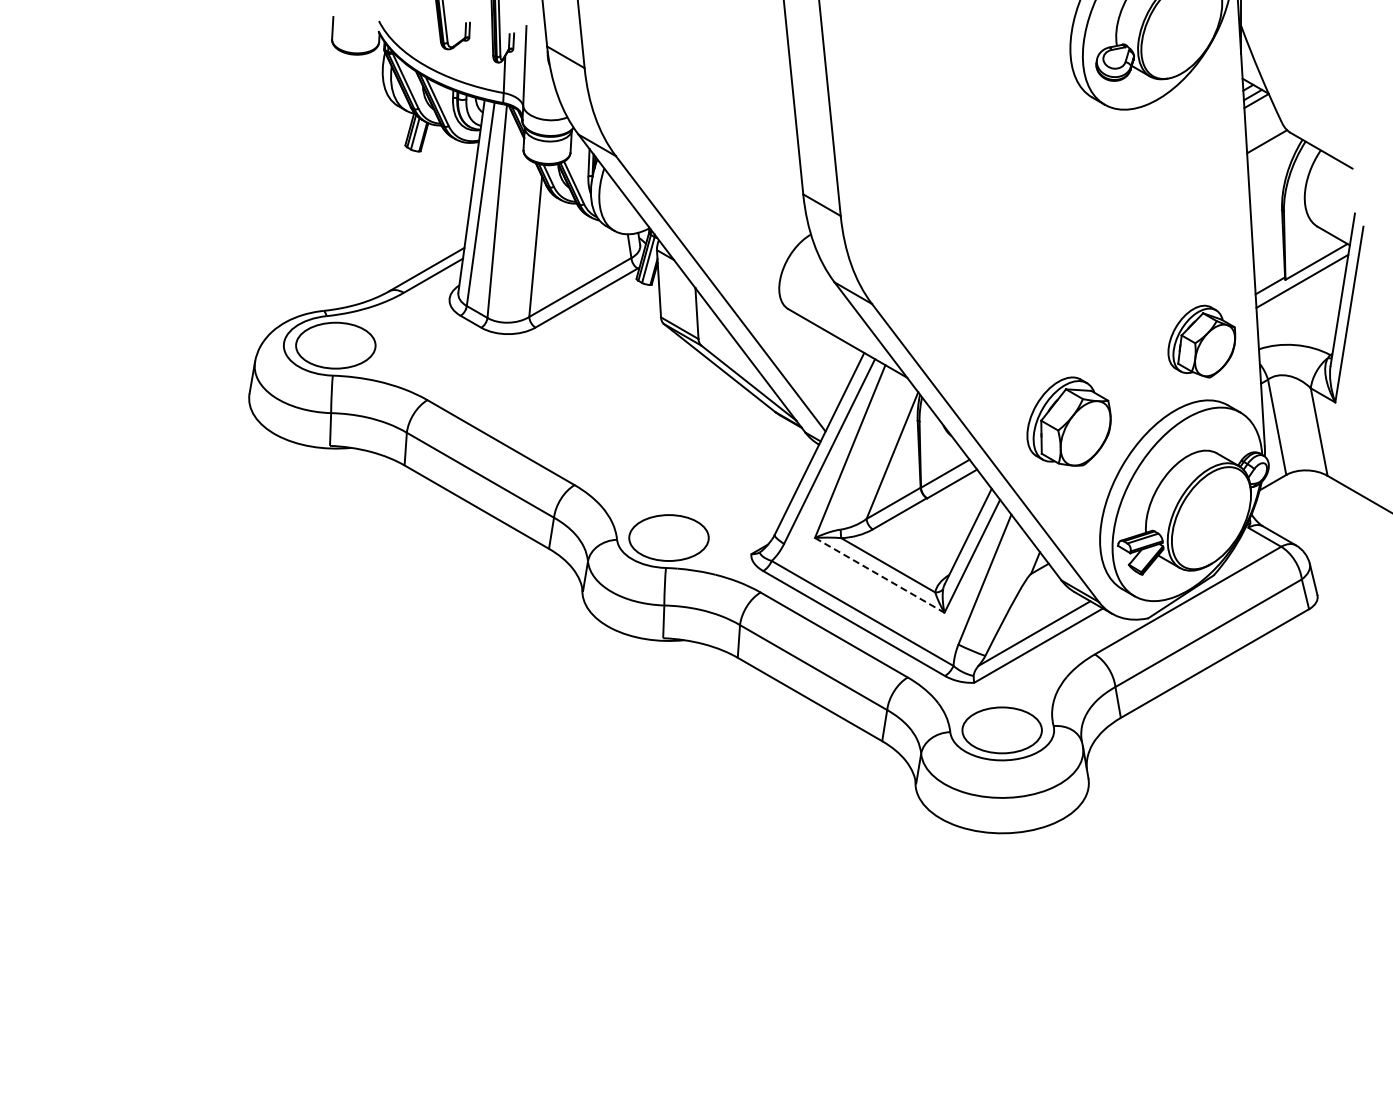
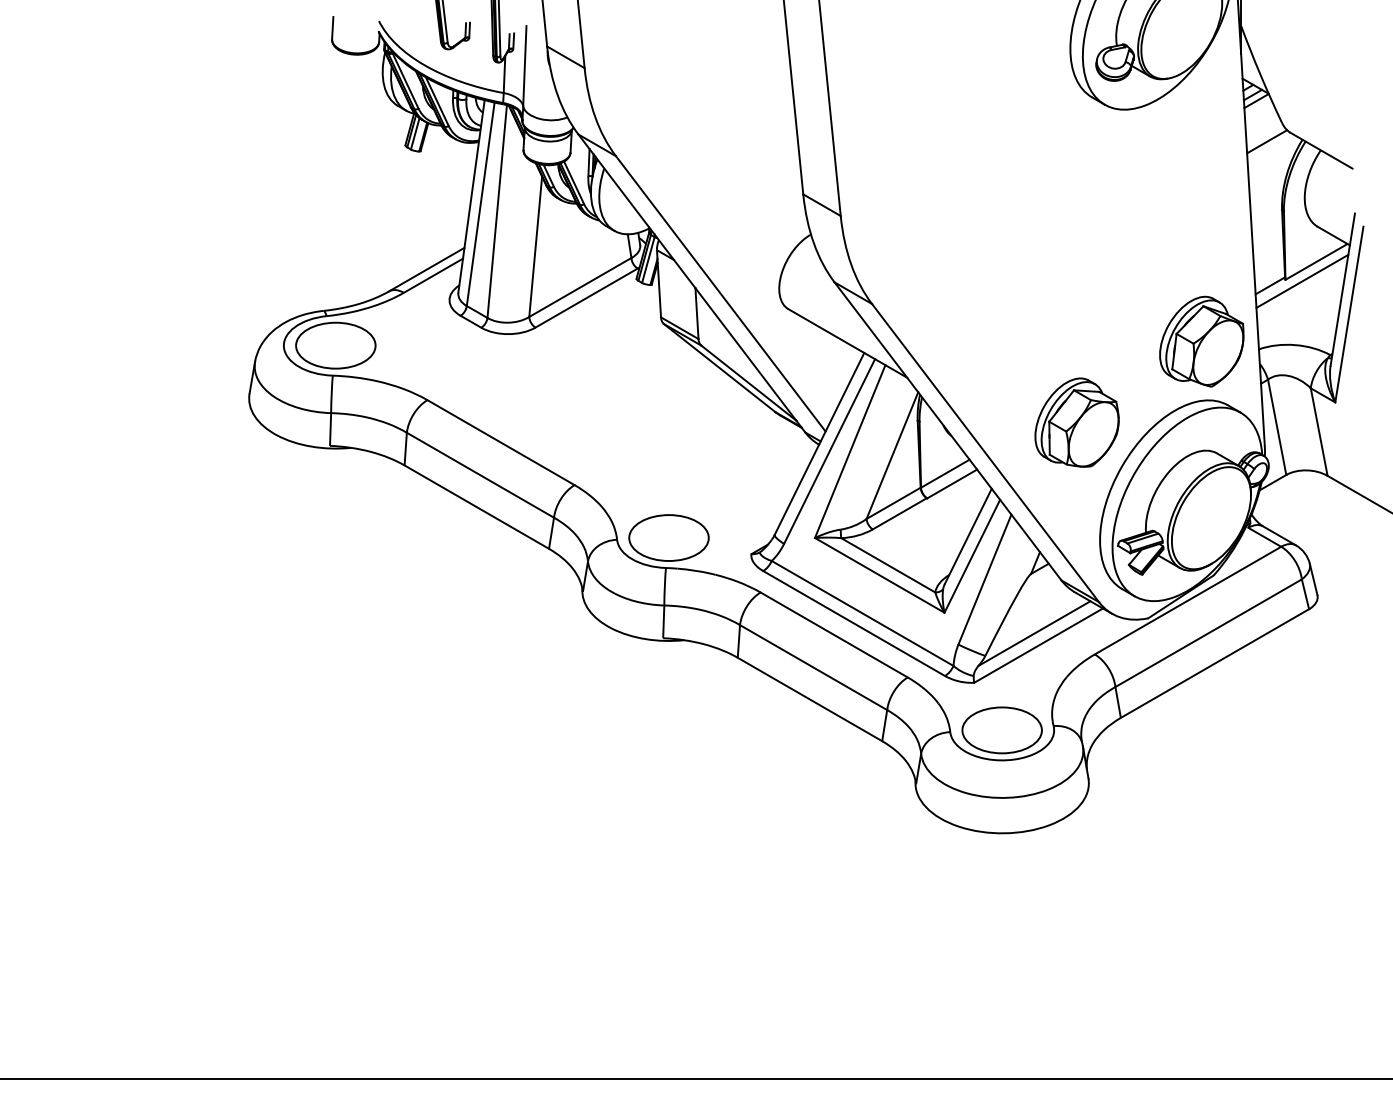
part at (1201, 341) size: 70x75 px -> 86x93 px
part at (1068, 421) position: (1068, 421) -> (1076, 422)
line at (879, 575): dashed -> solid
line at (695, 1078): none -> present
